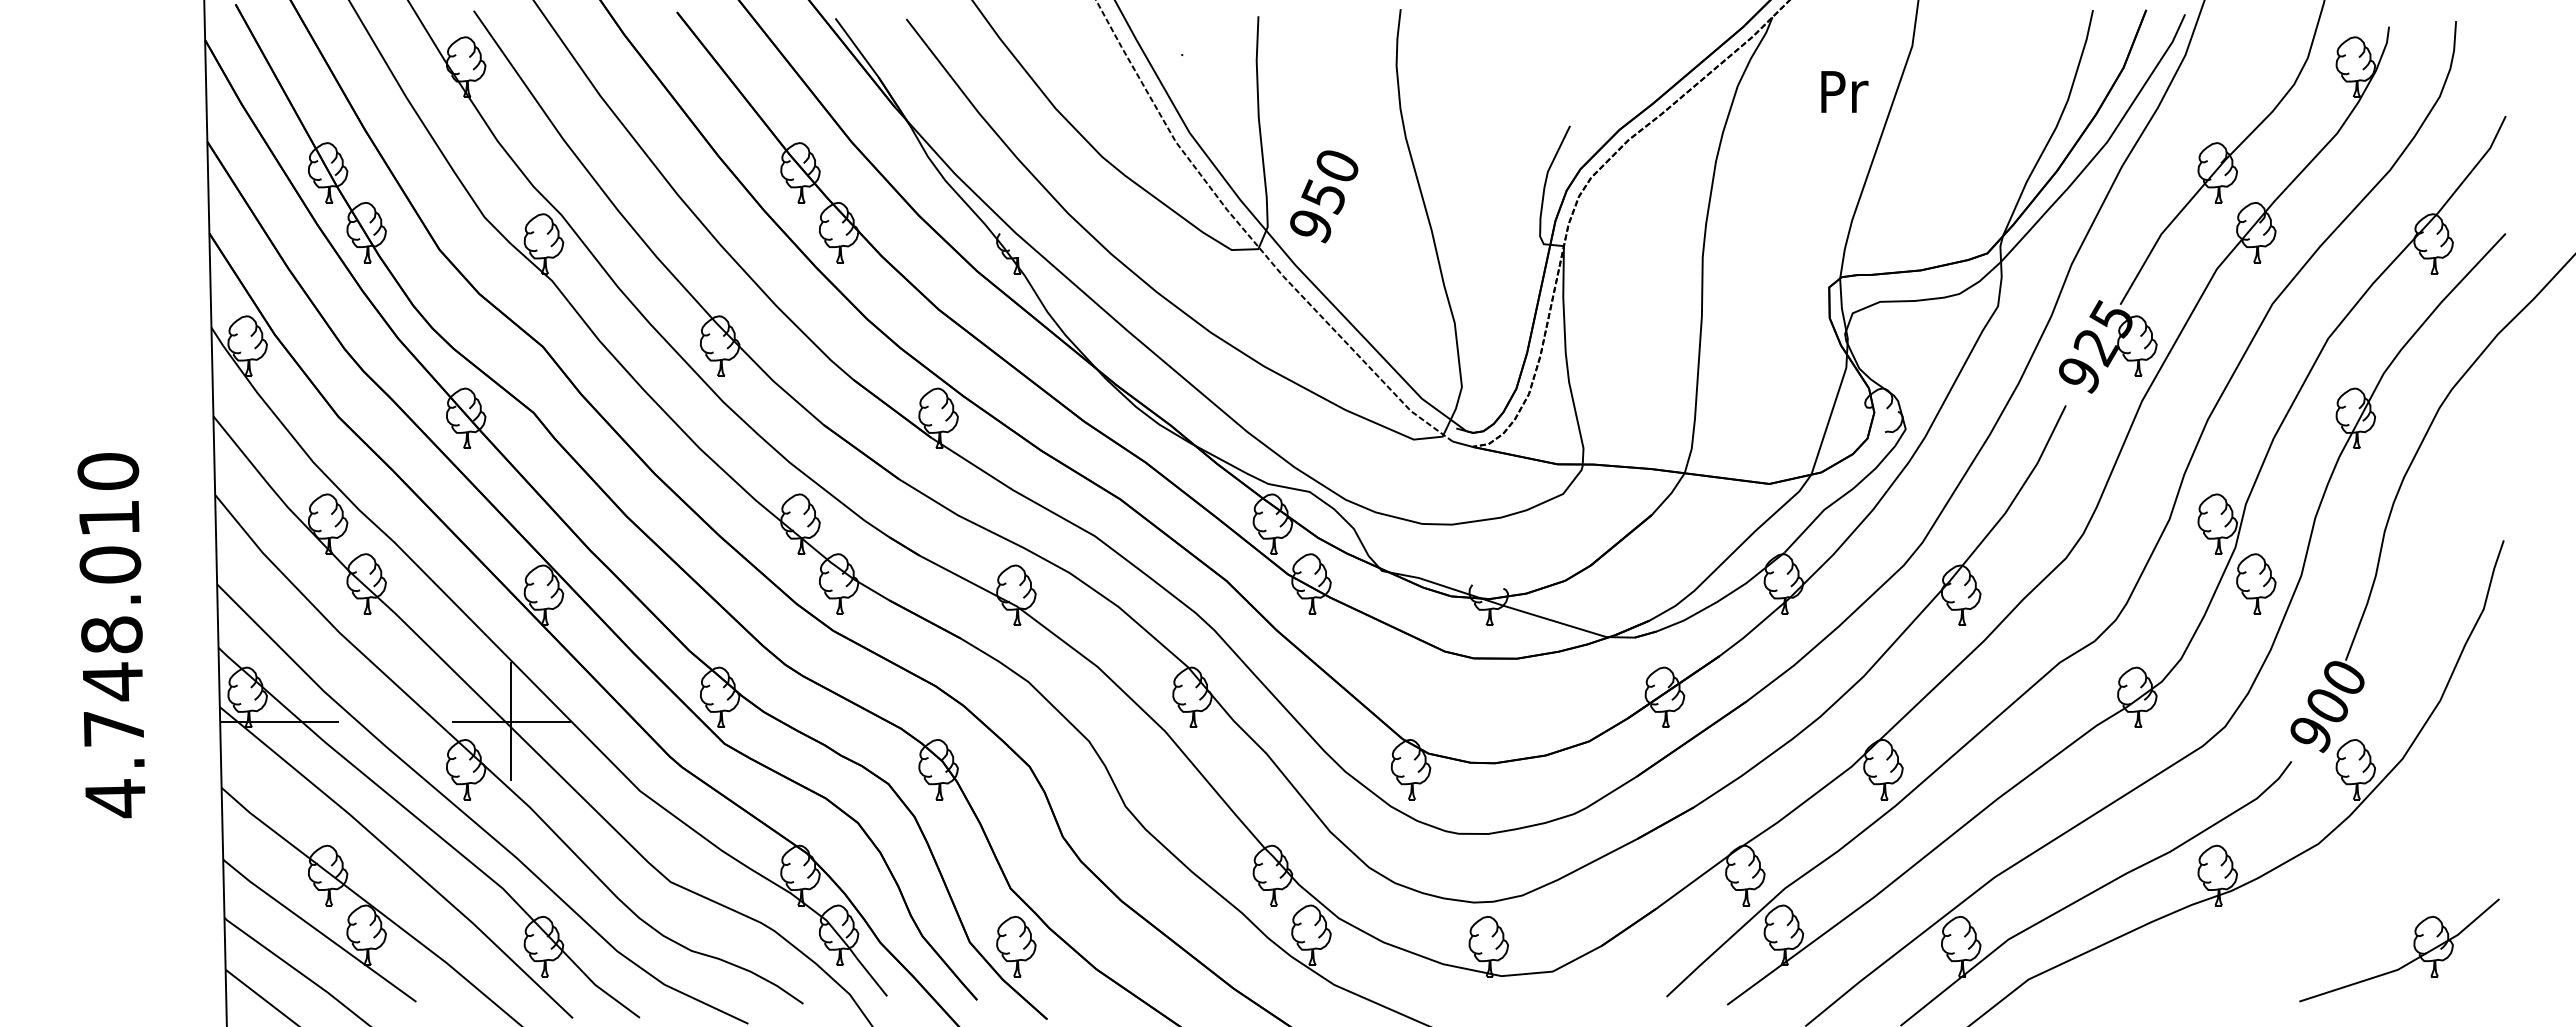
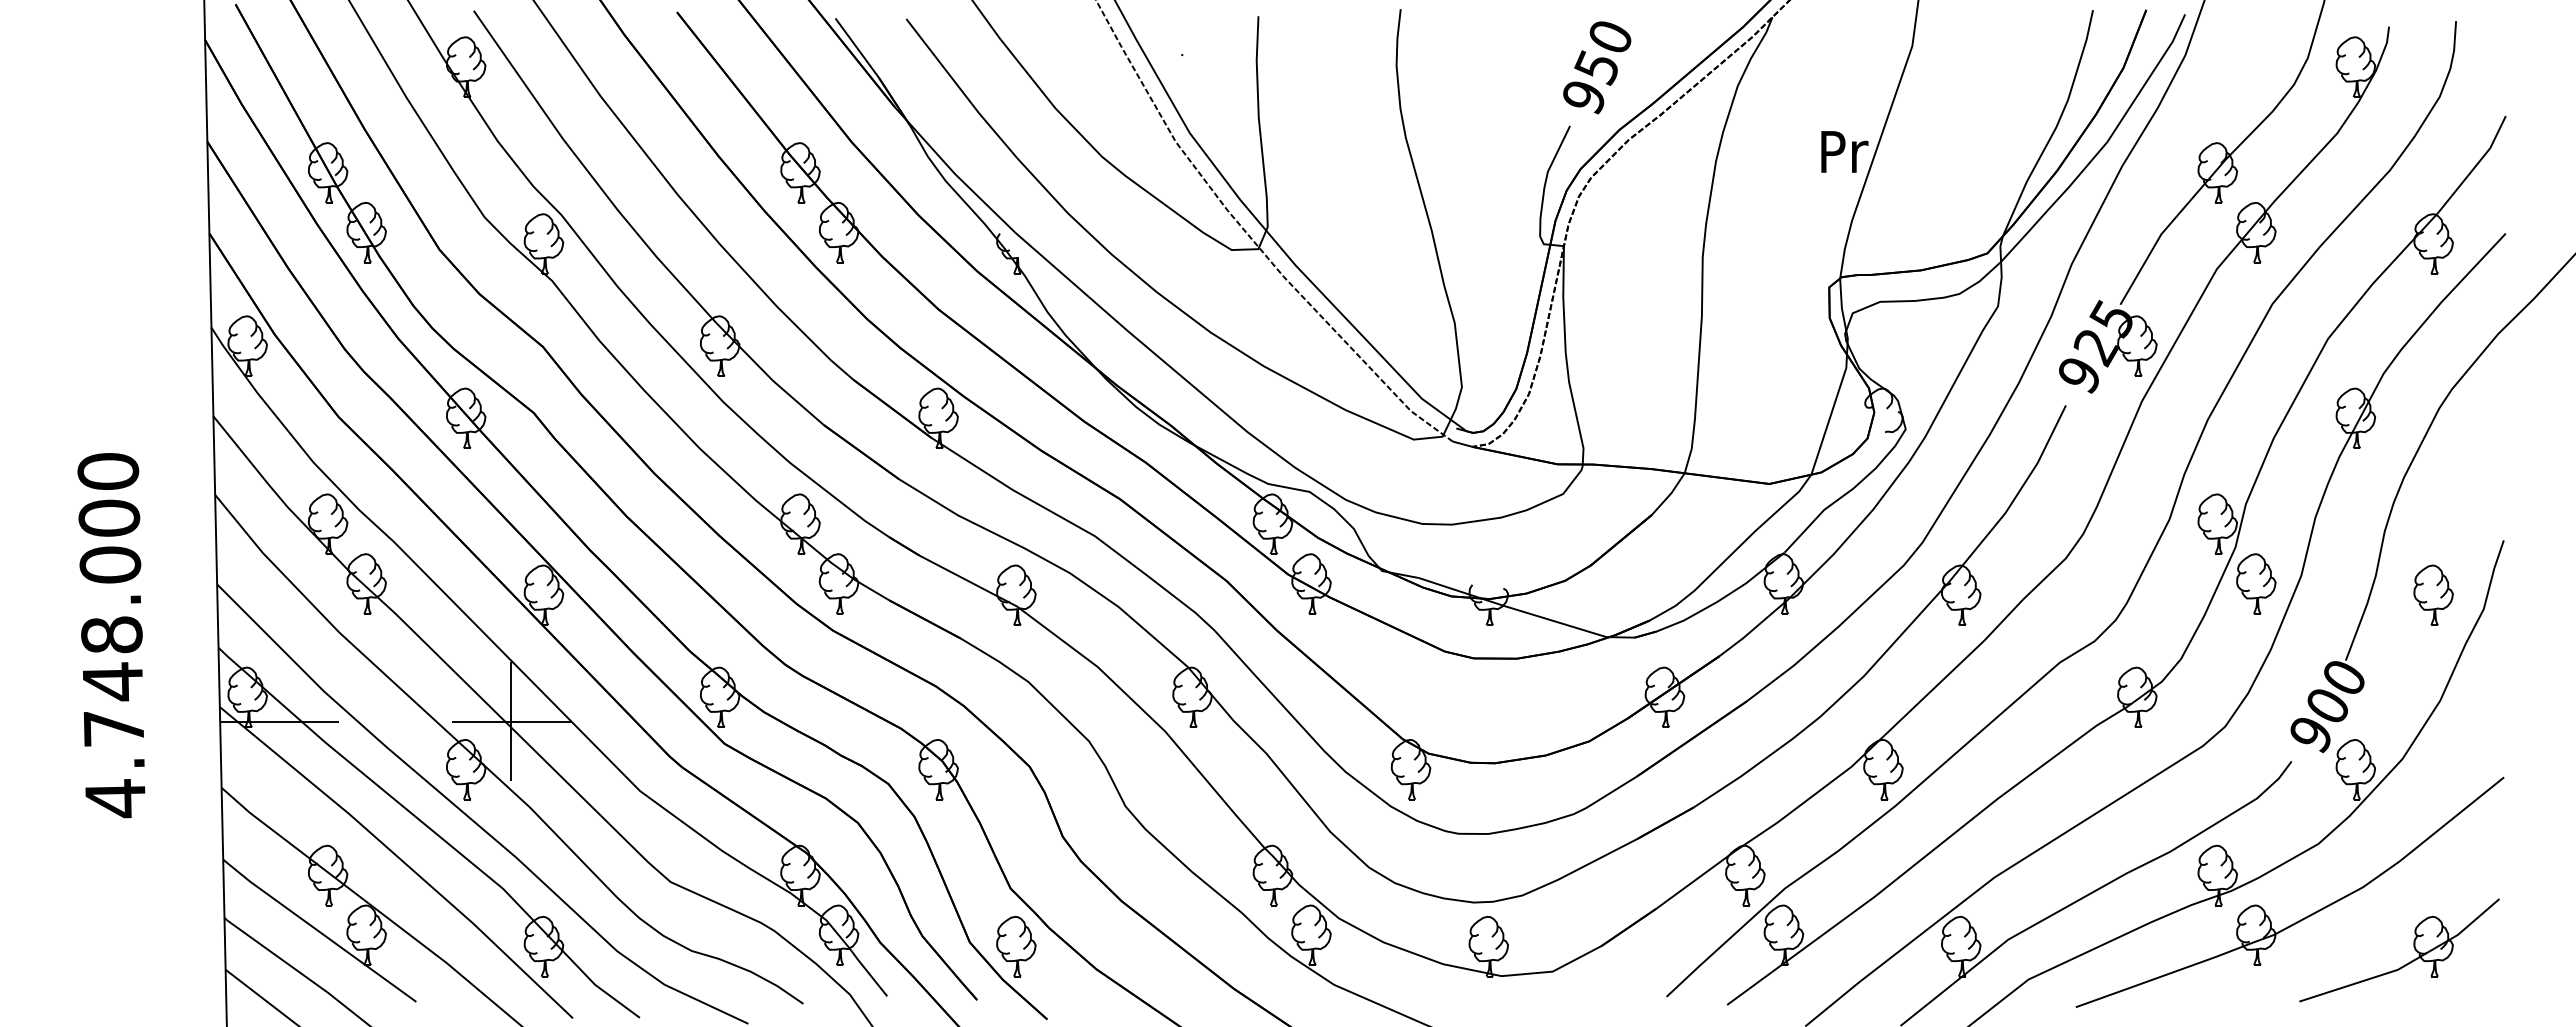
text at (1844, 91) position: (1844, 91) -> (1844, 151)
text at (1324, 196) position: (1324, 196) -> (1597, 67)
text at (109, 517): 4.748.010 -> 4.748.000
part at (2433, 594): none -> present
part at (2302, 918): none -> present
